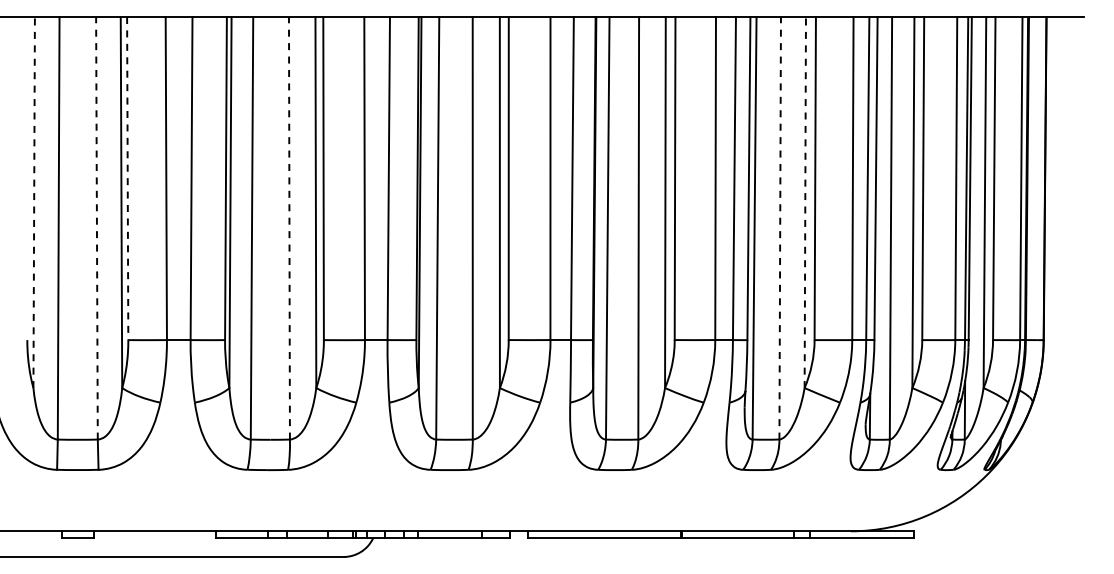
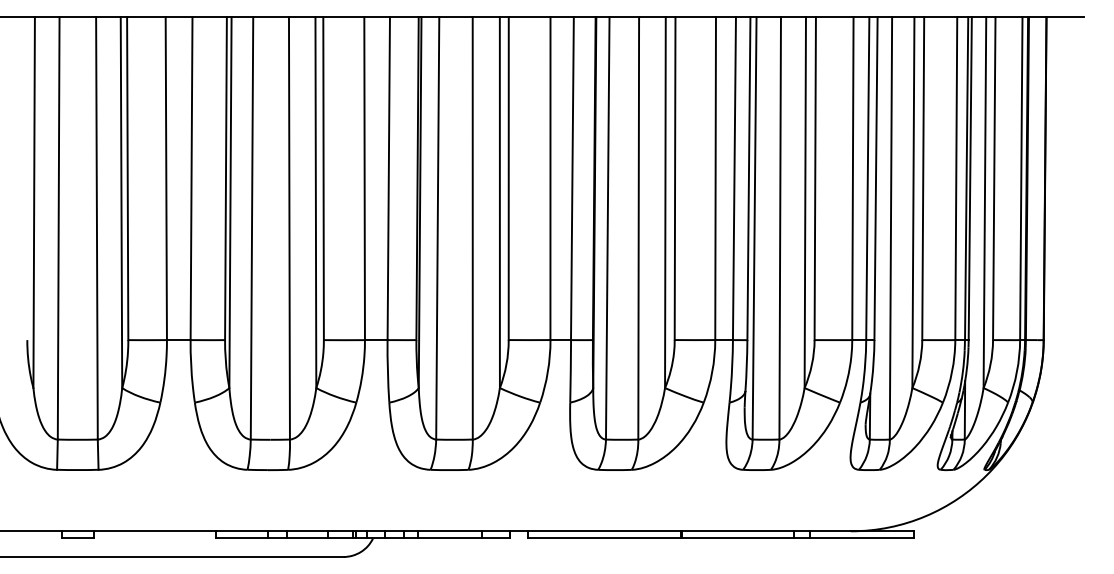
line at (127, 178): dashed -> solid
line at (34, 202): dashed -> solid
line at (805, 202): dashed -> solid
line at (96, 227): dashed -> solid
line at (289, 227): dashed -> solid
line at (780, 227): dashed -> solid
